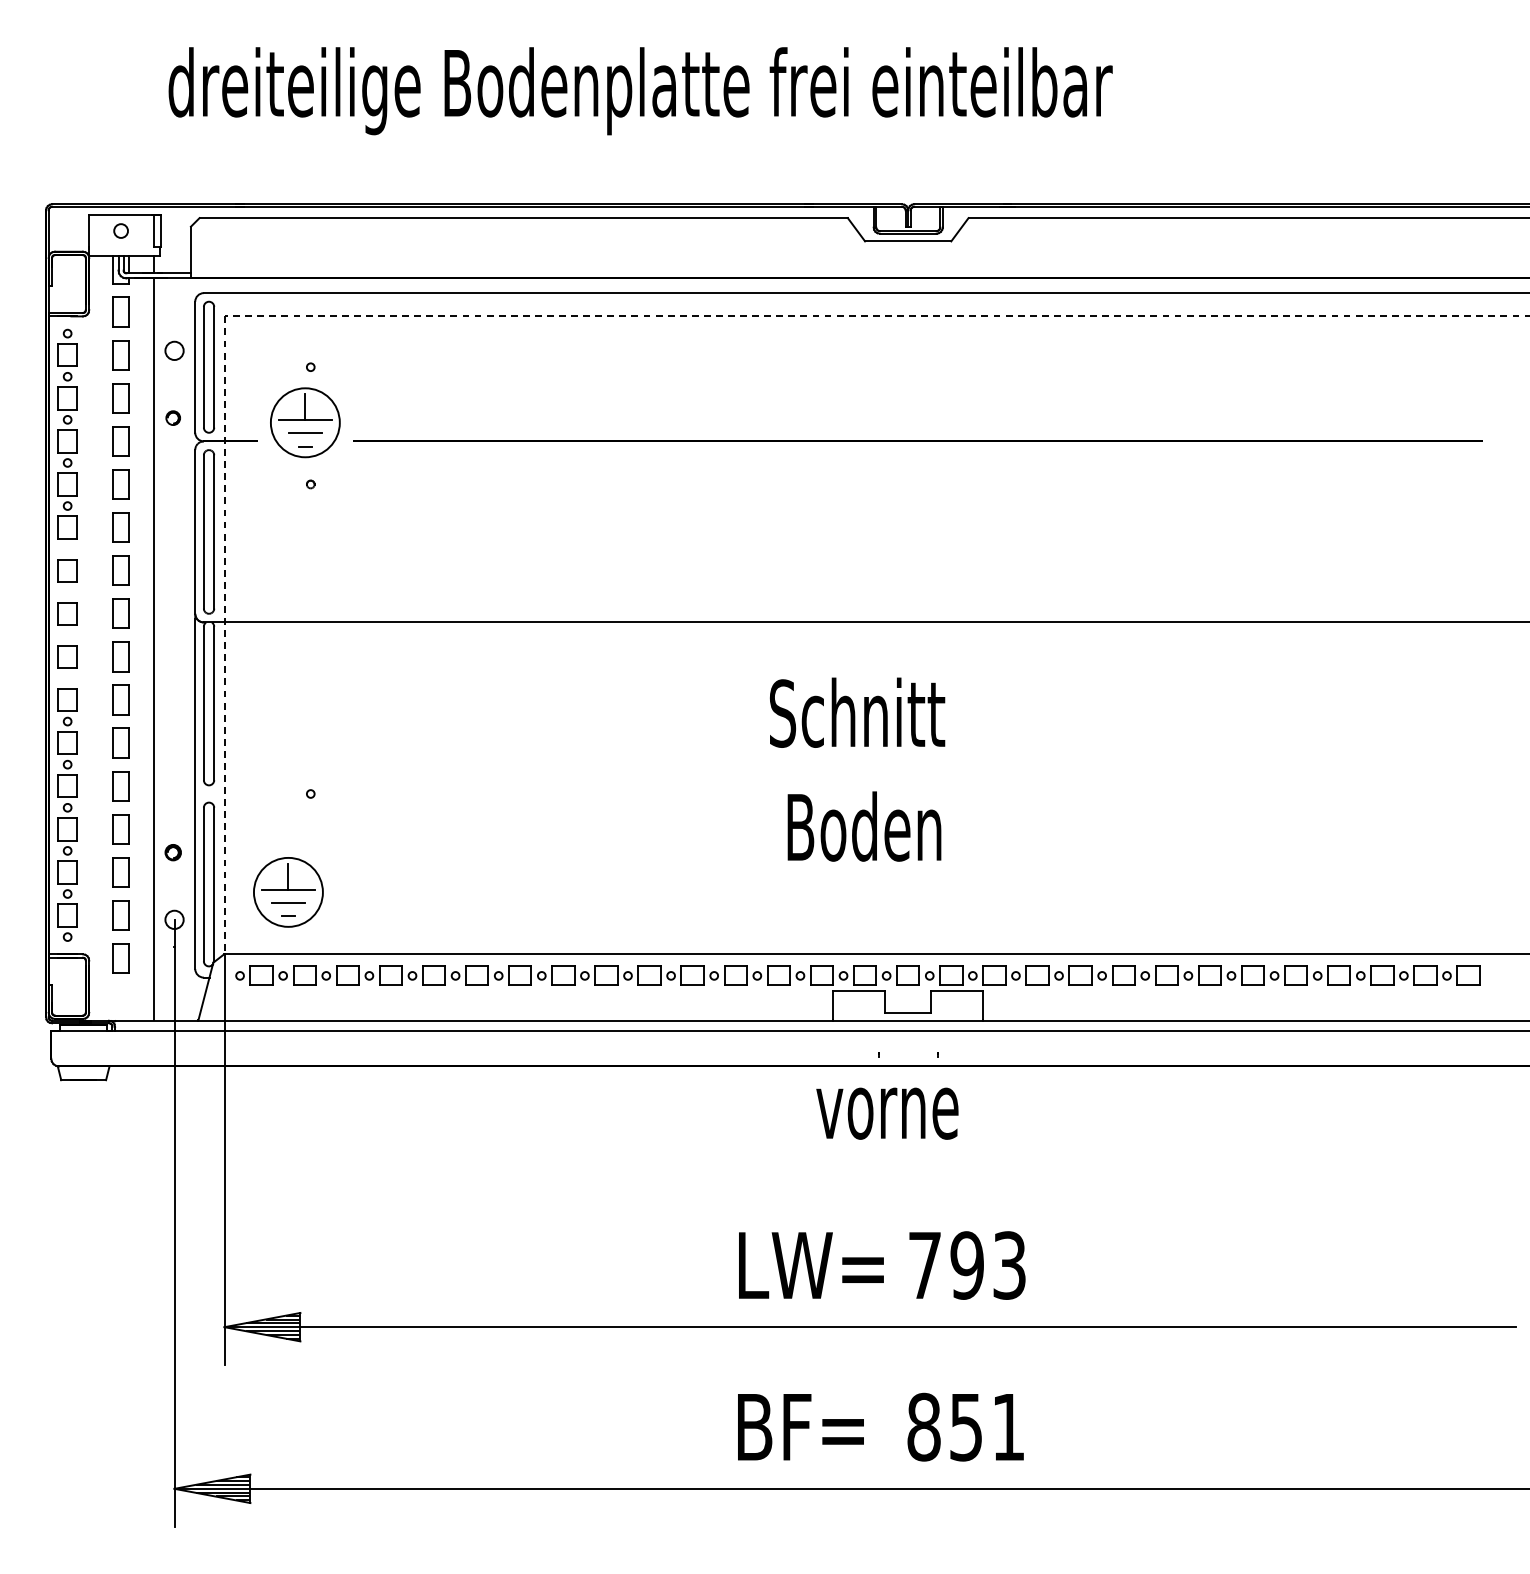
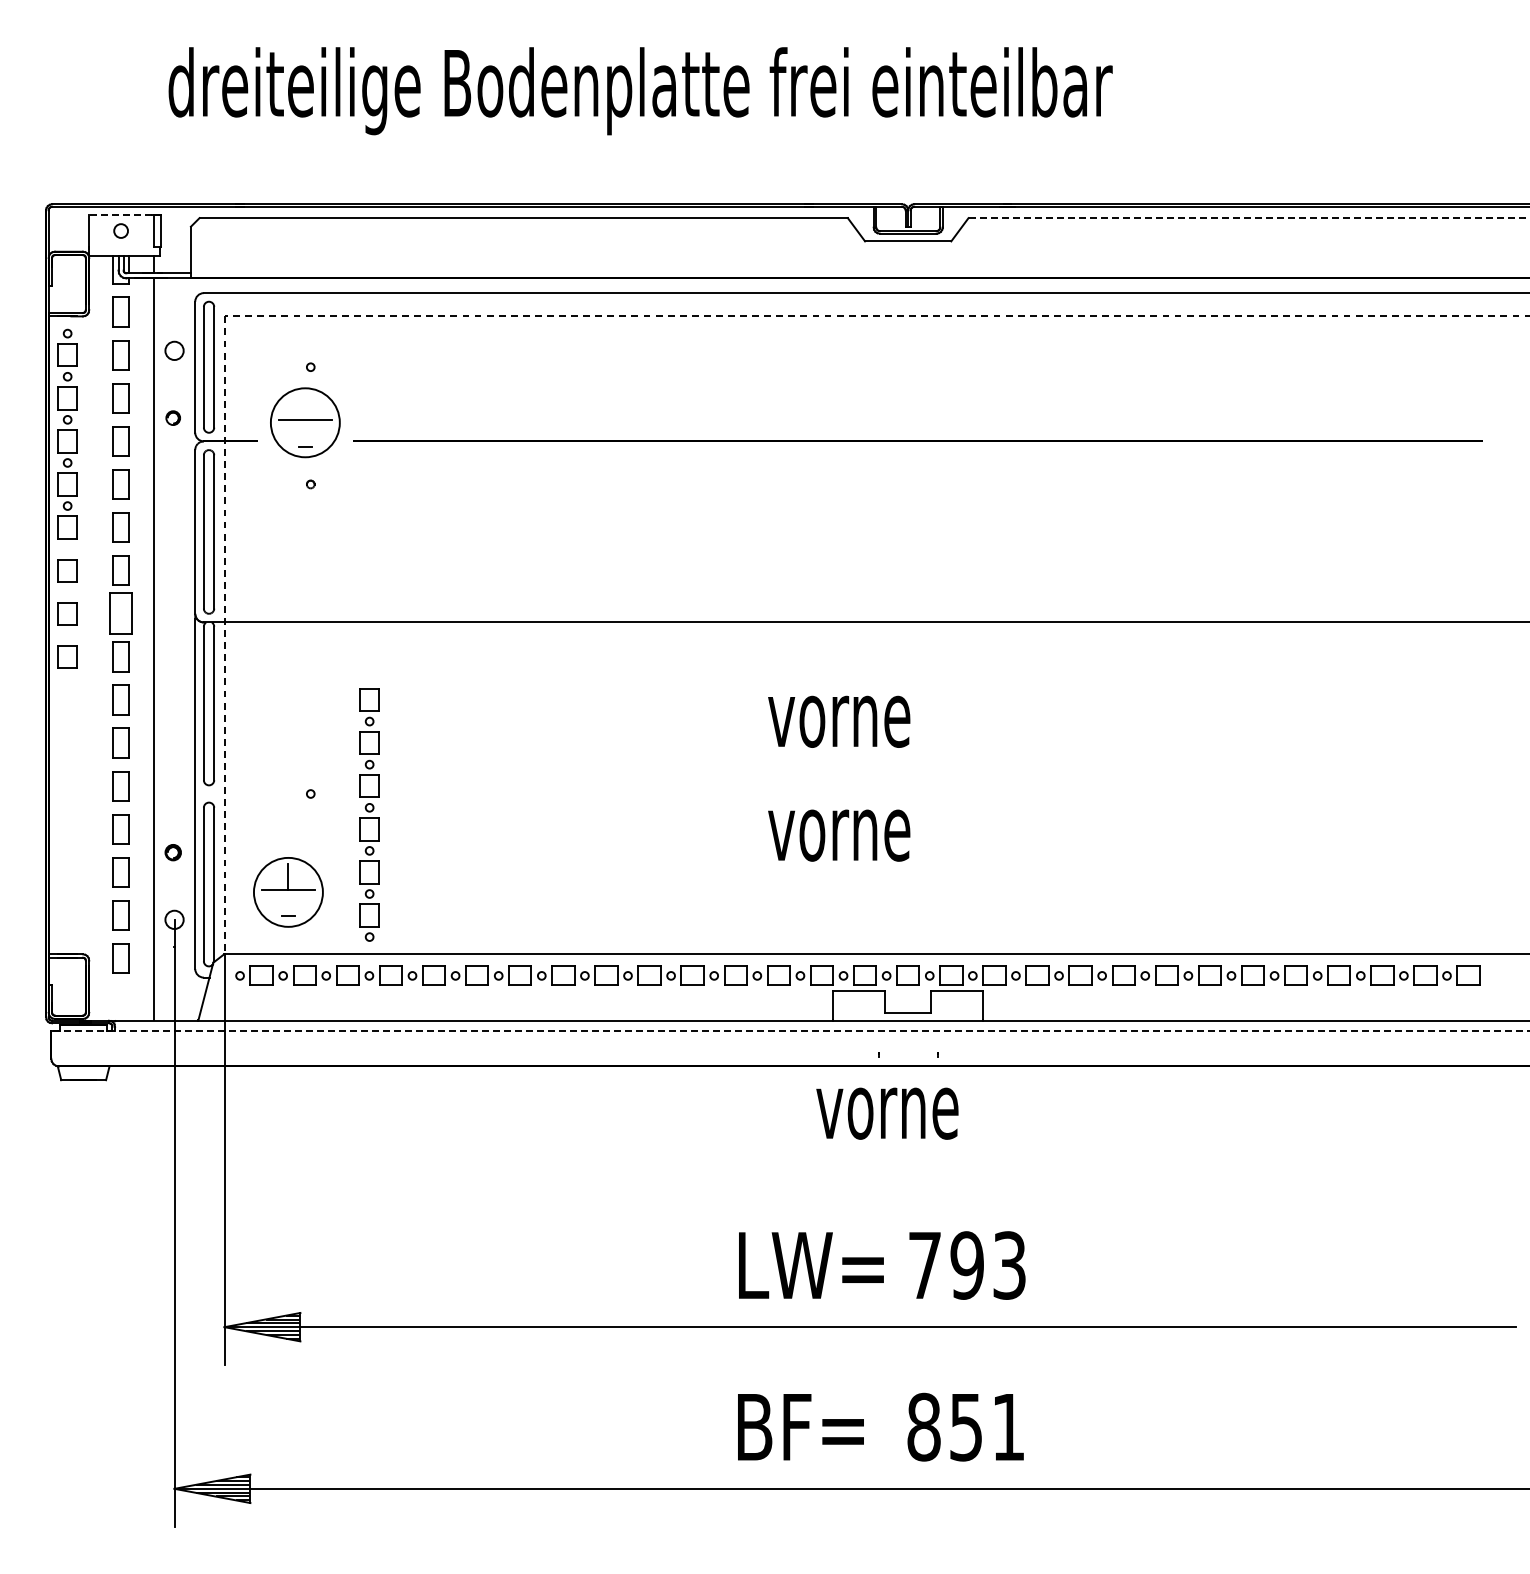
line at (120, 214): solid -> dashed
line at (1249, 218): solid -> dashed
line at (305, 406): present -> none
line at (305, 433): present -> none
part at (120, 613) size: 18x31 px -> 24x43 px
text at (856, 712): Schnitt -> vorne
part at (67, 814) position: (67, 814) -> (369, 814)
text at (854, 826): Boden -> vorne
line at (288, 903): present -> none
line at (790, 1031): solid -> dashed
